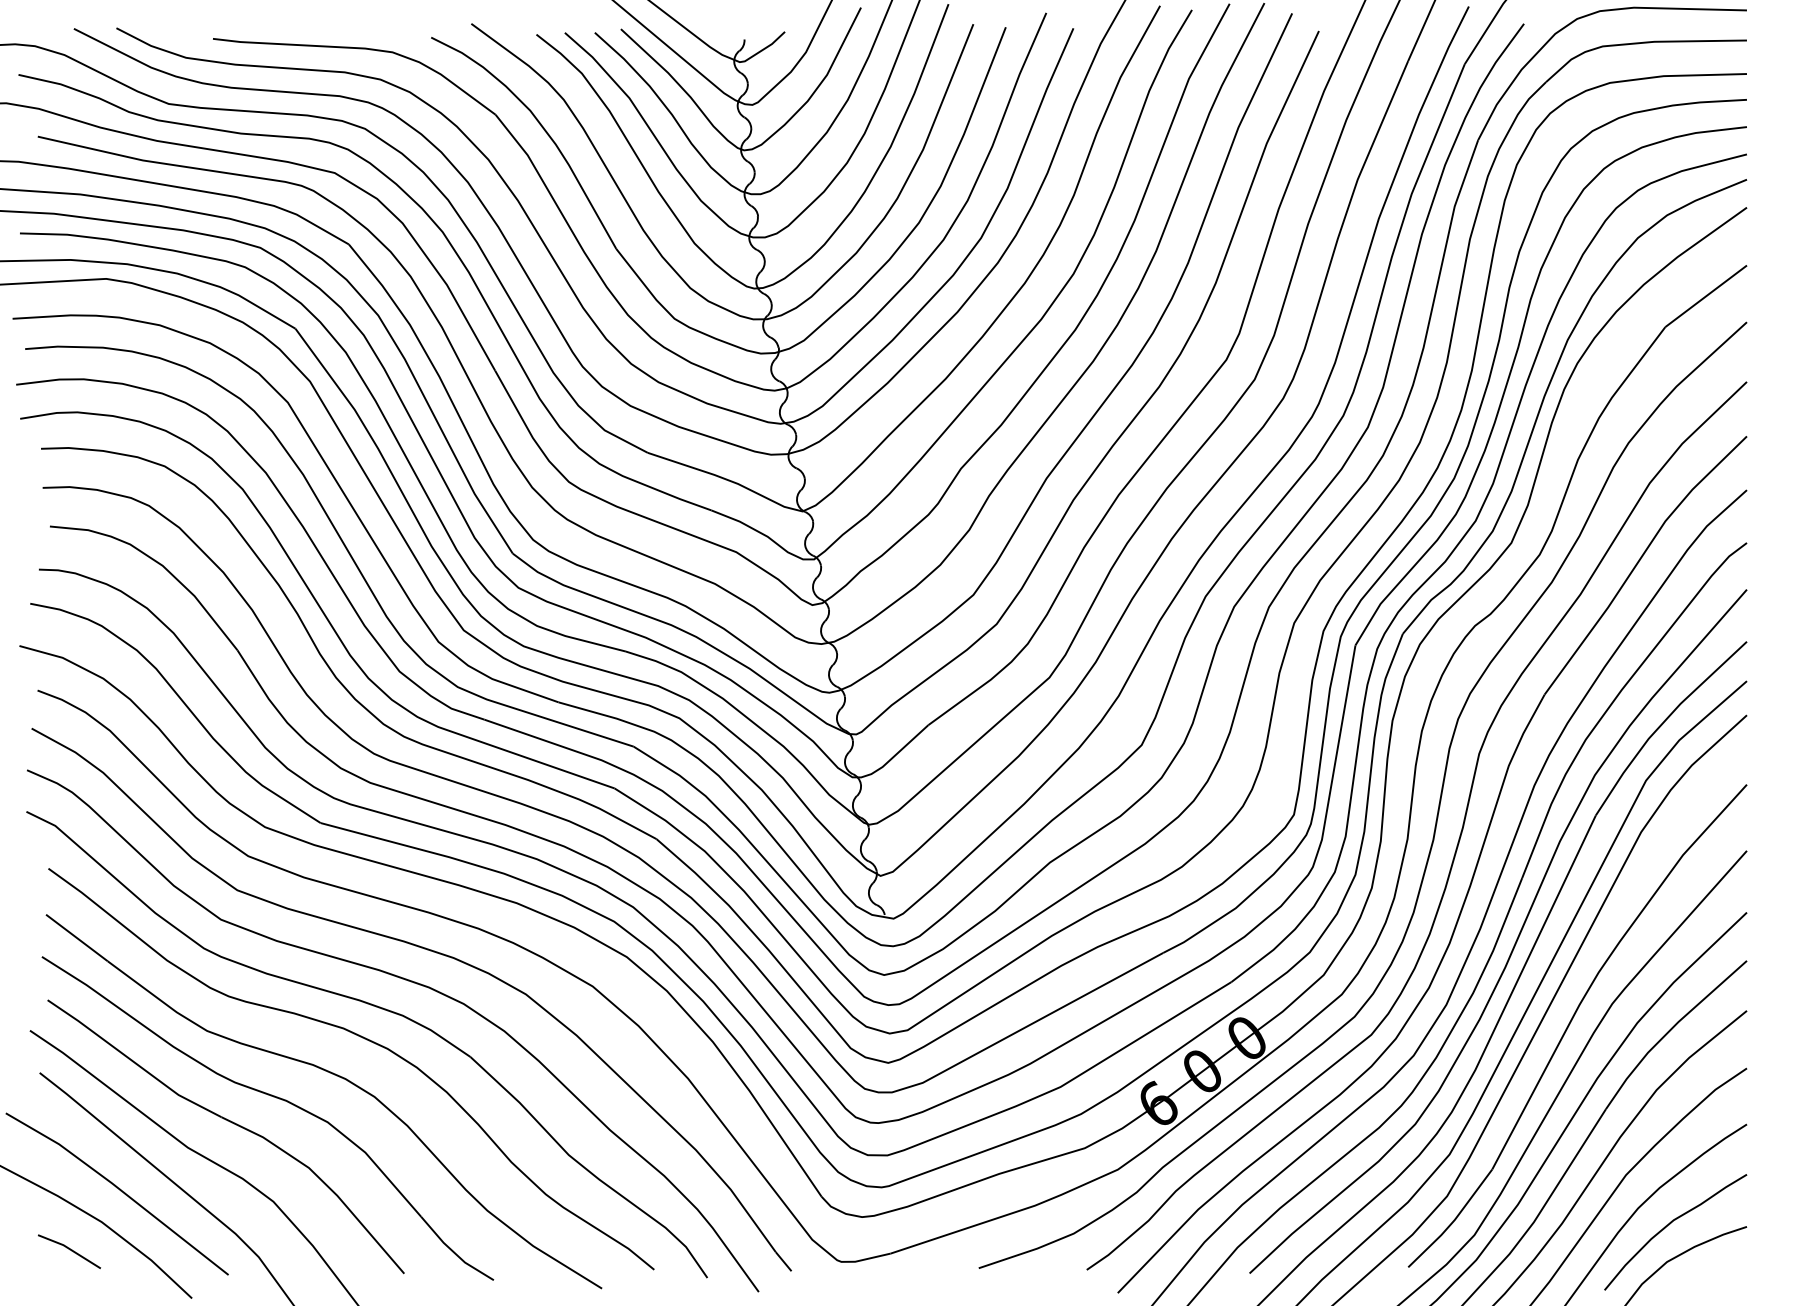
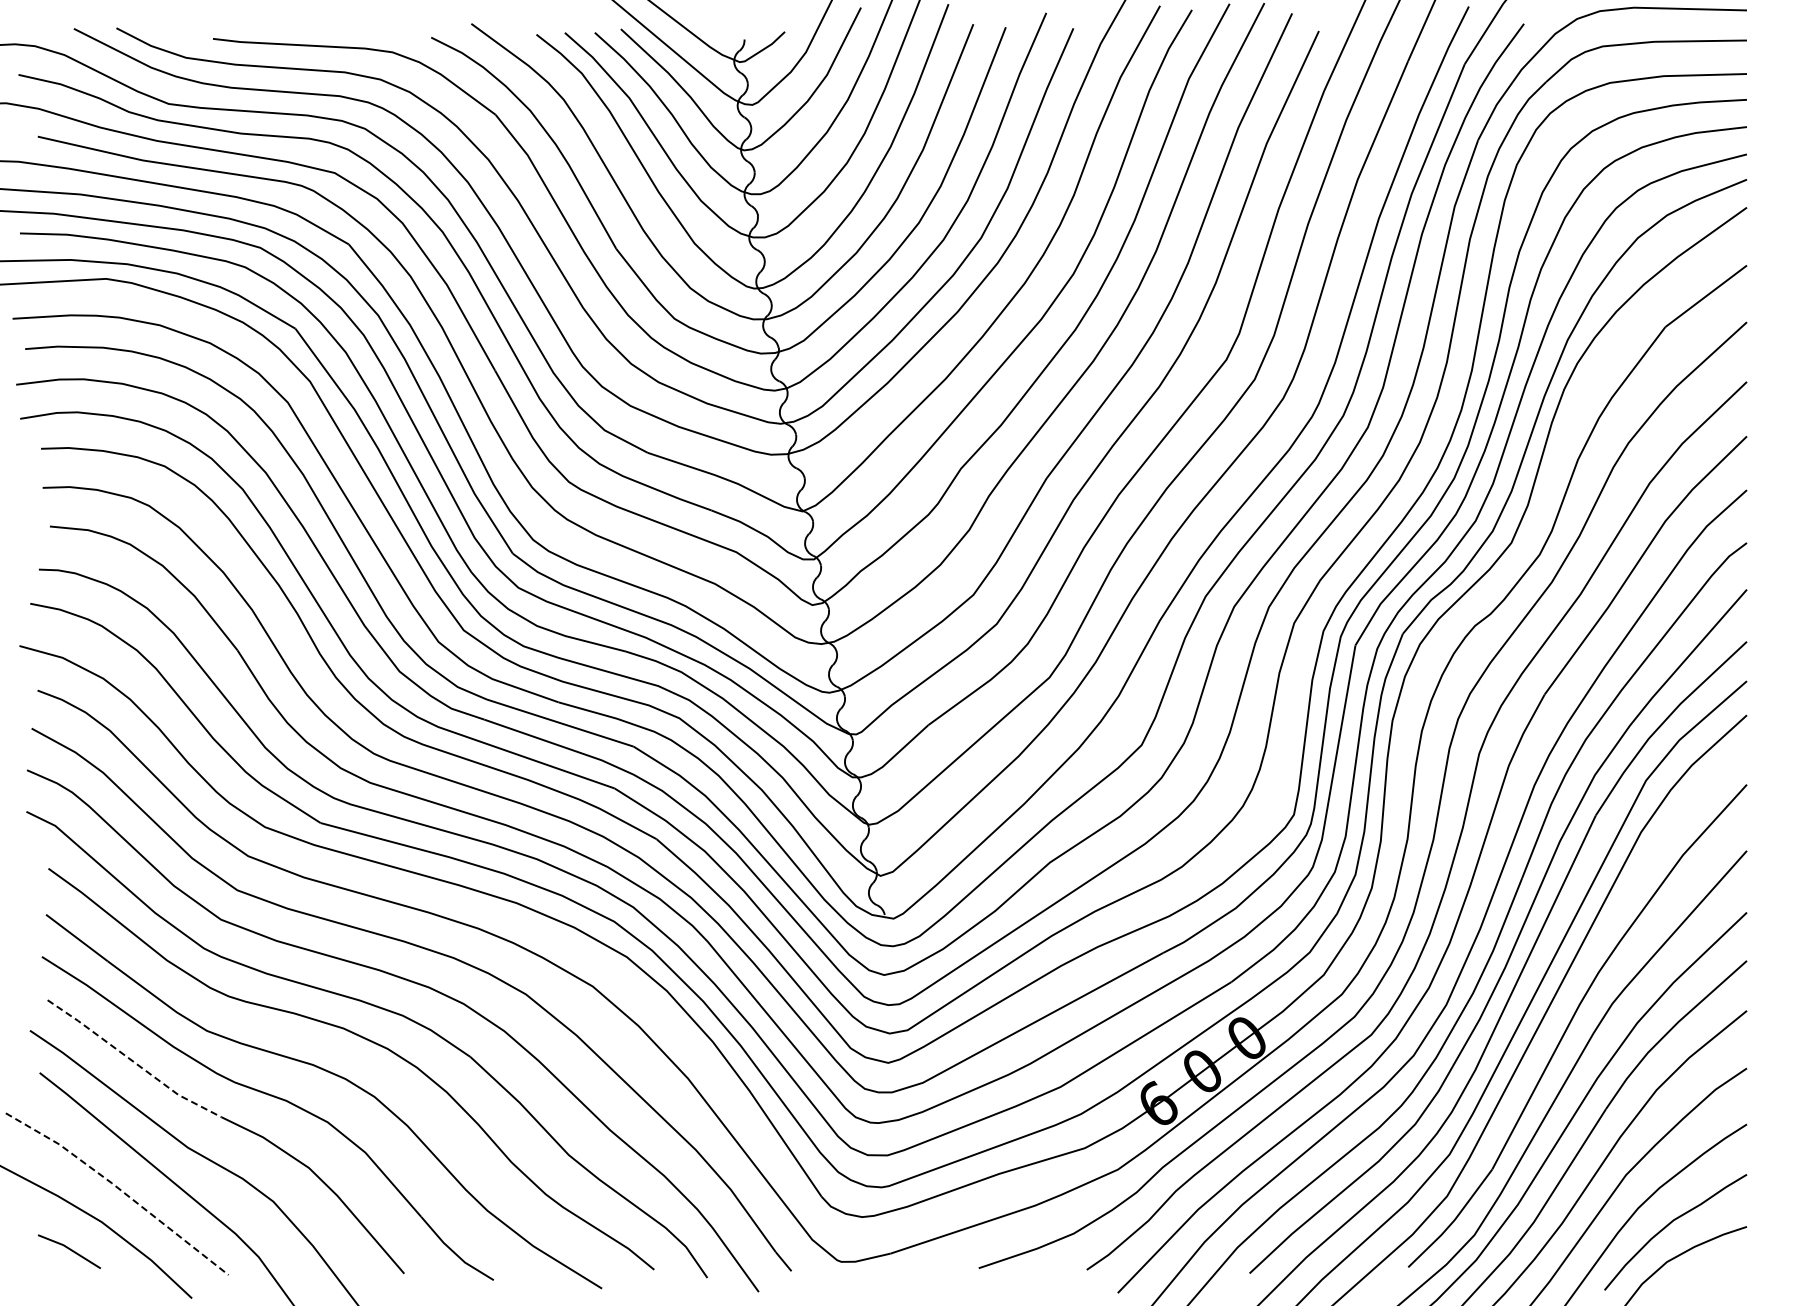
line at (133, 1061): solid -> dashed
line at (119, 1189): solid -> dashed
